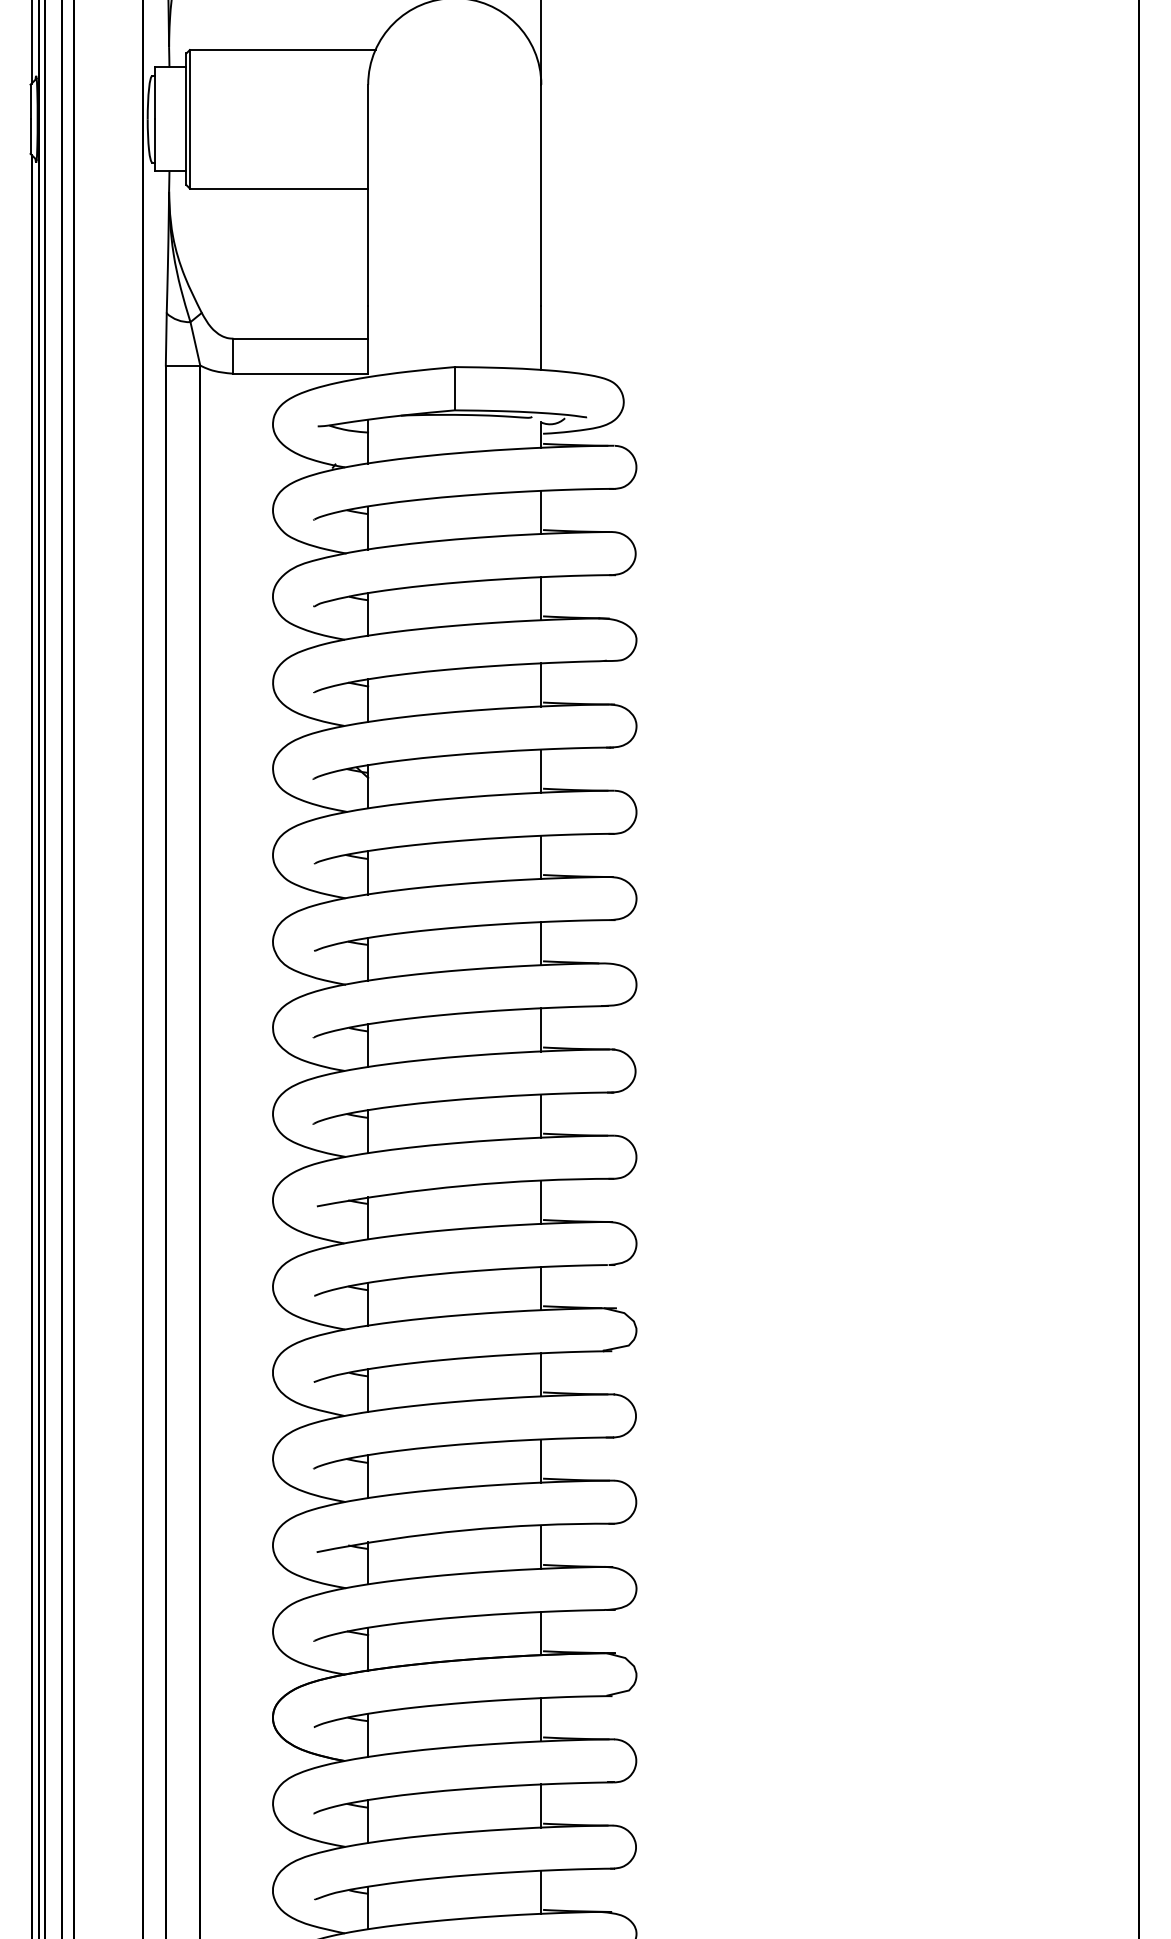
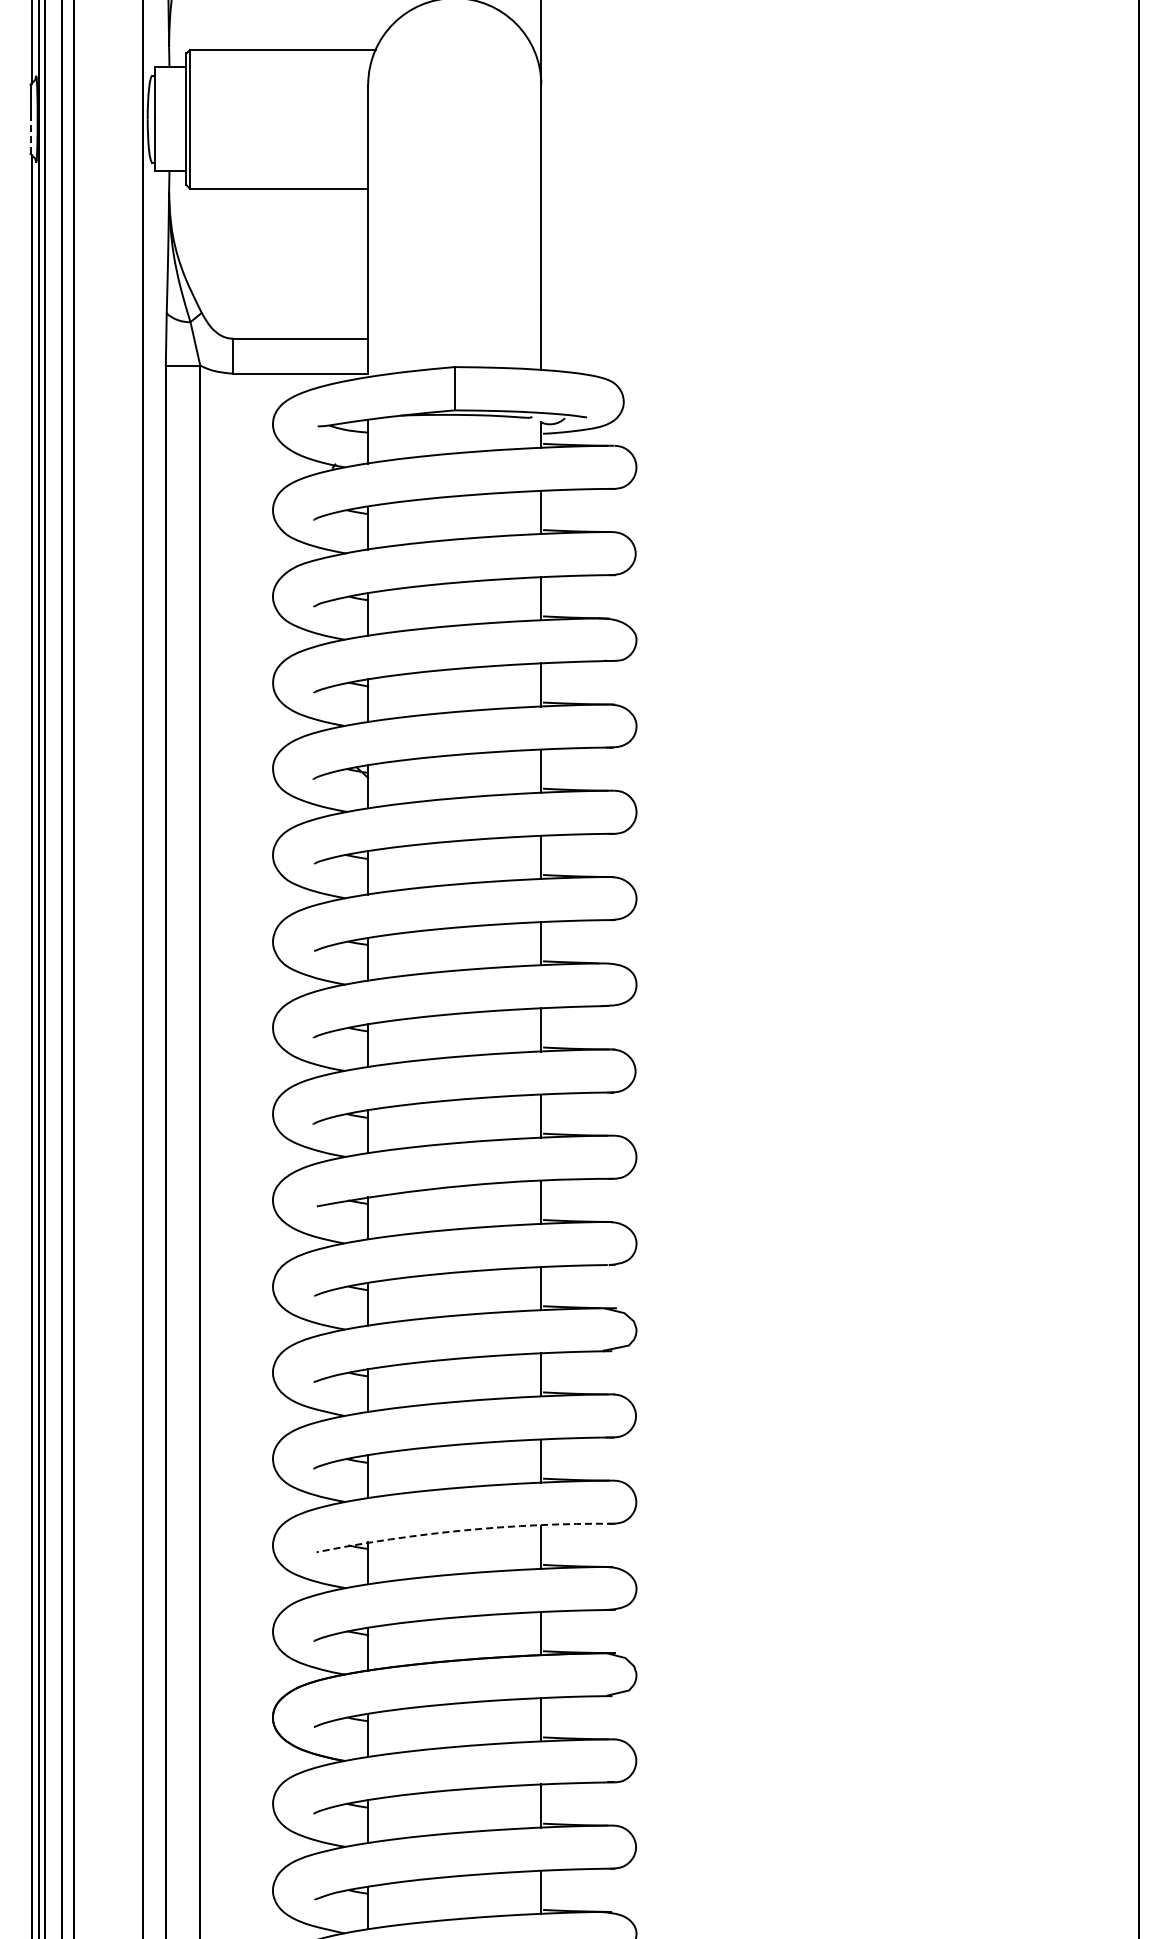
line at (30, 136): solid -> dashed
arc at (464, 1530): solid -> dashed
